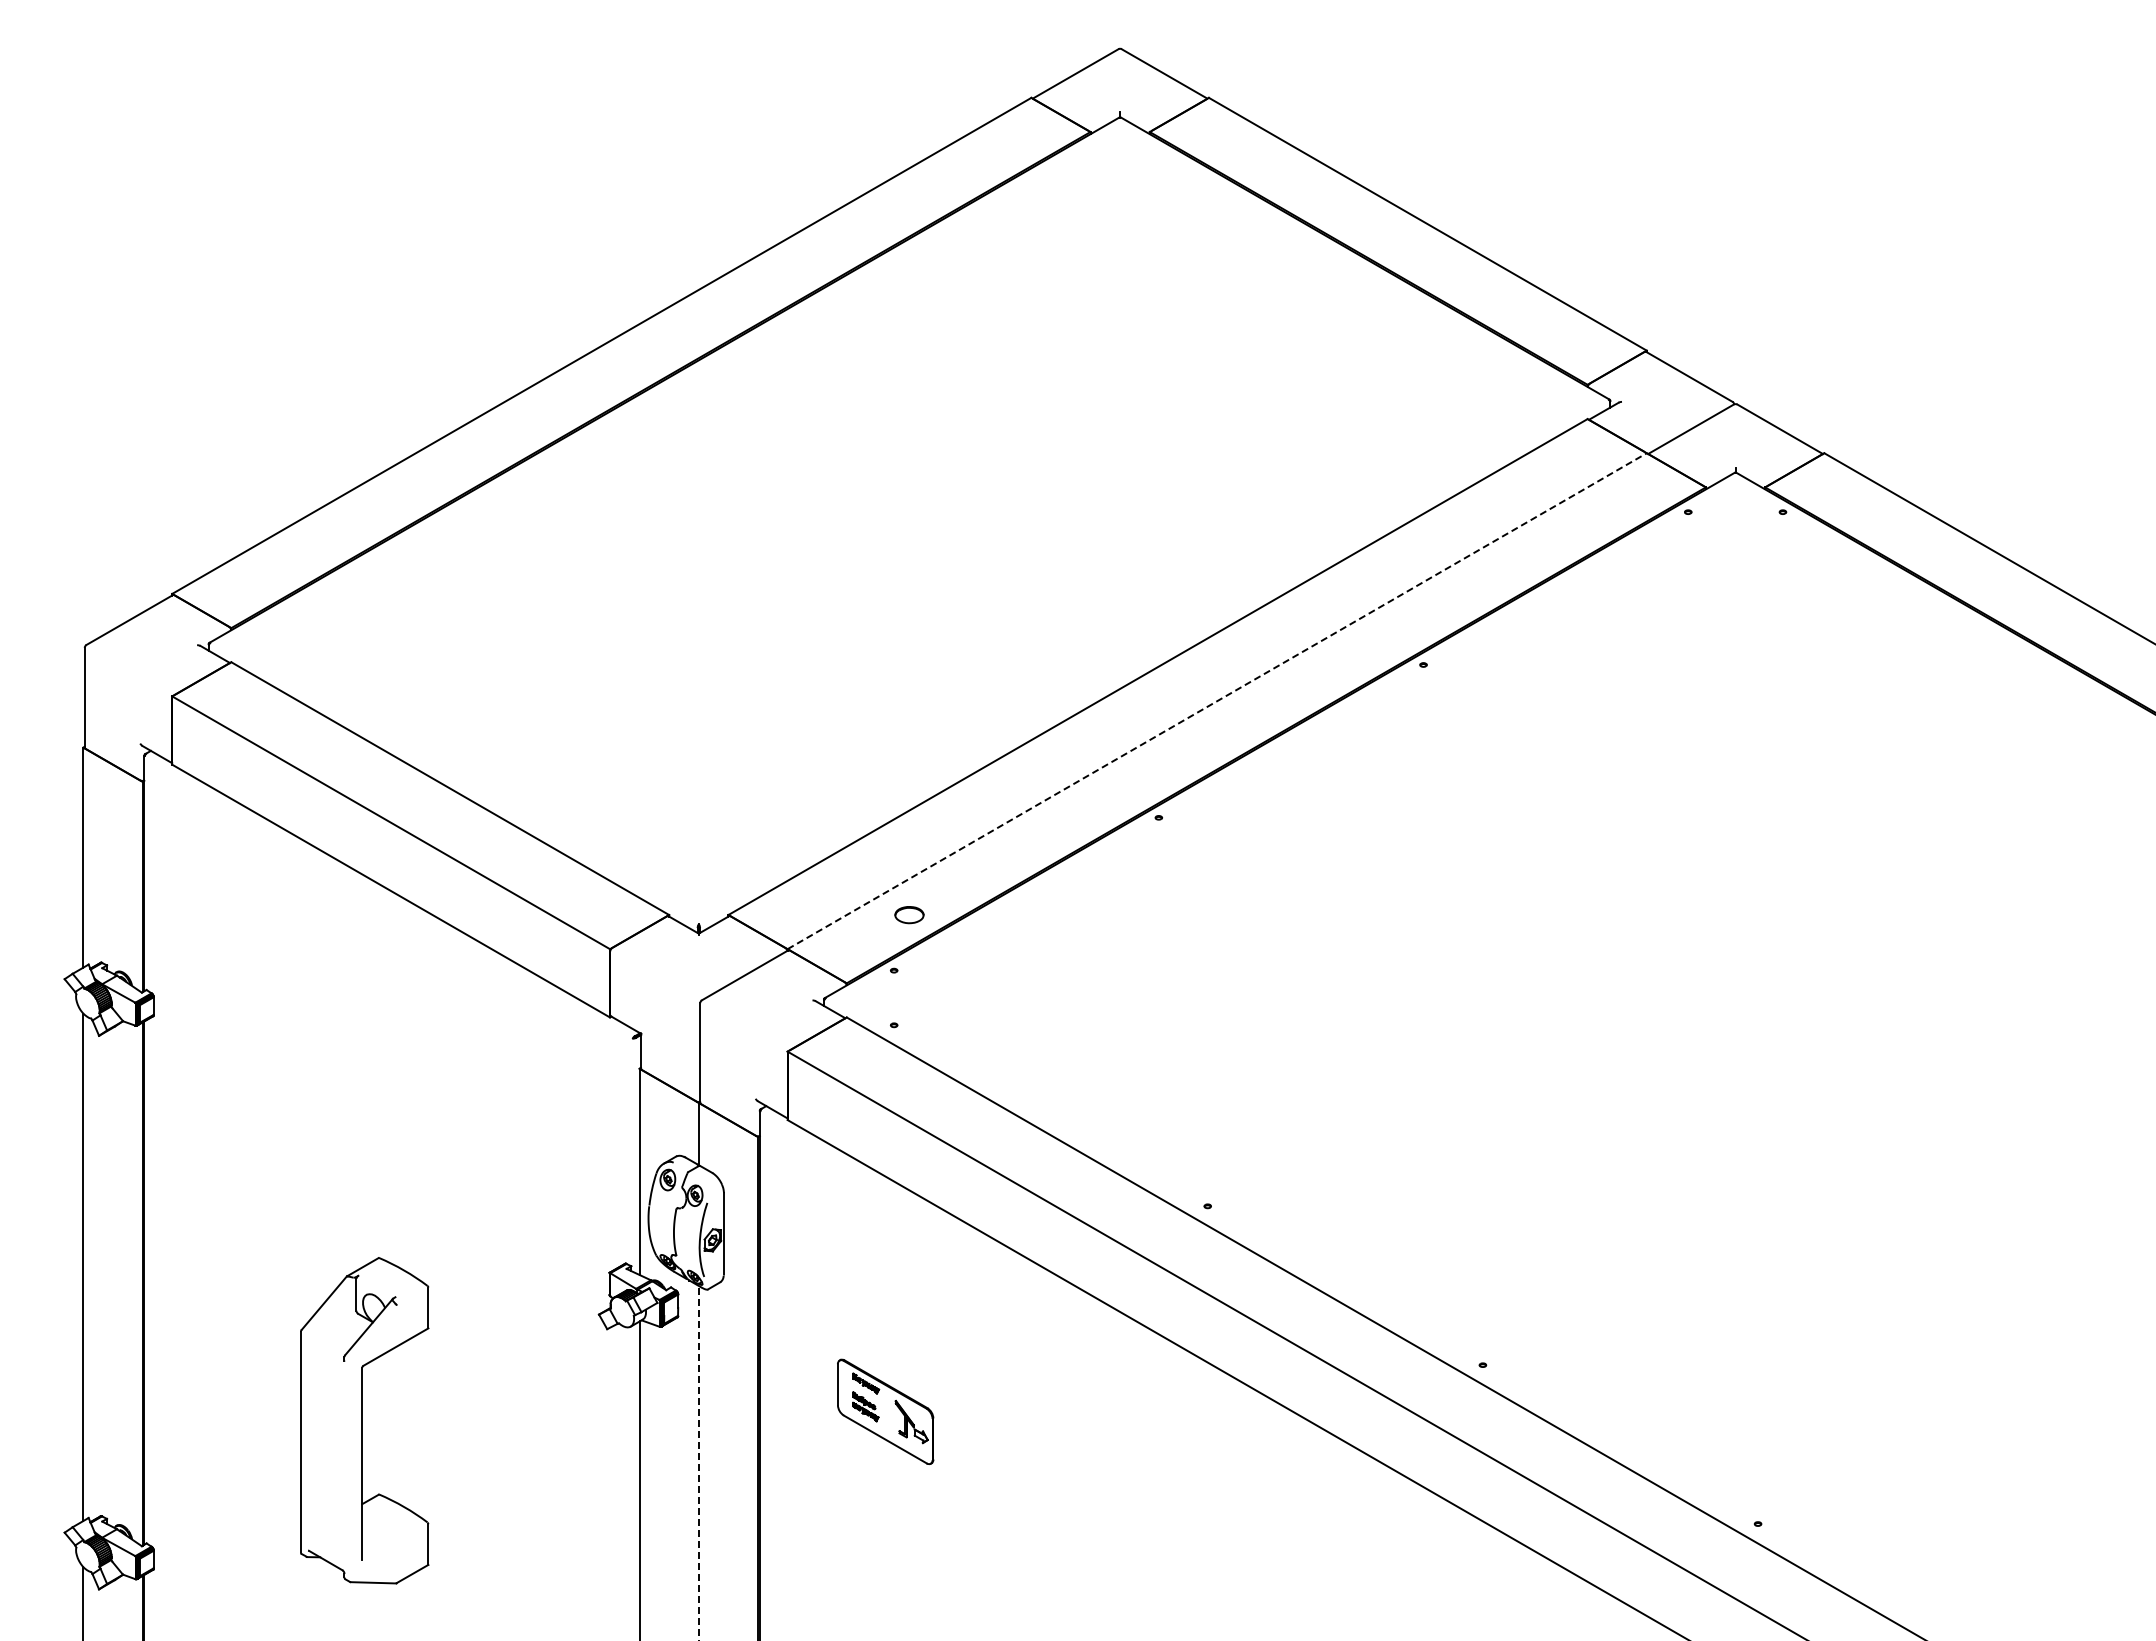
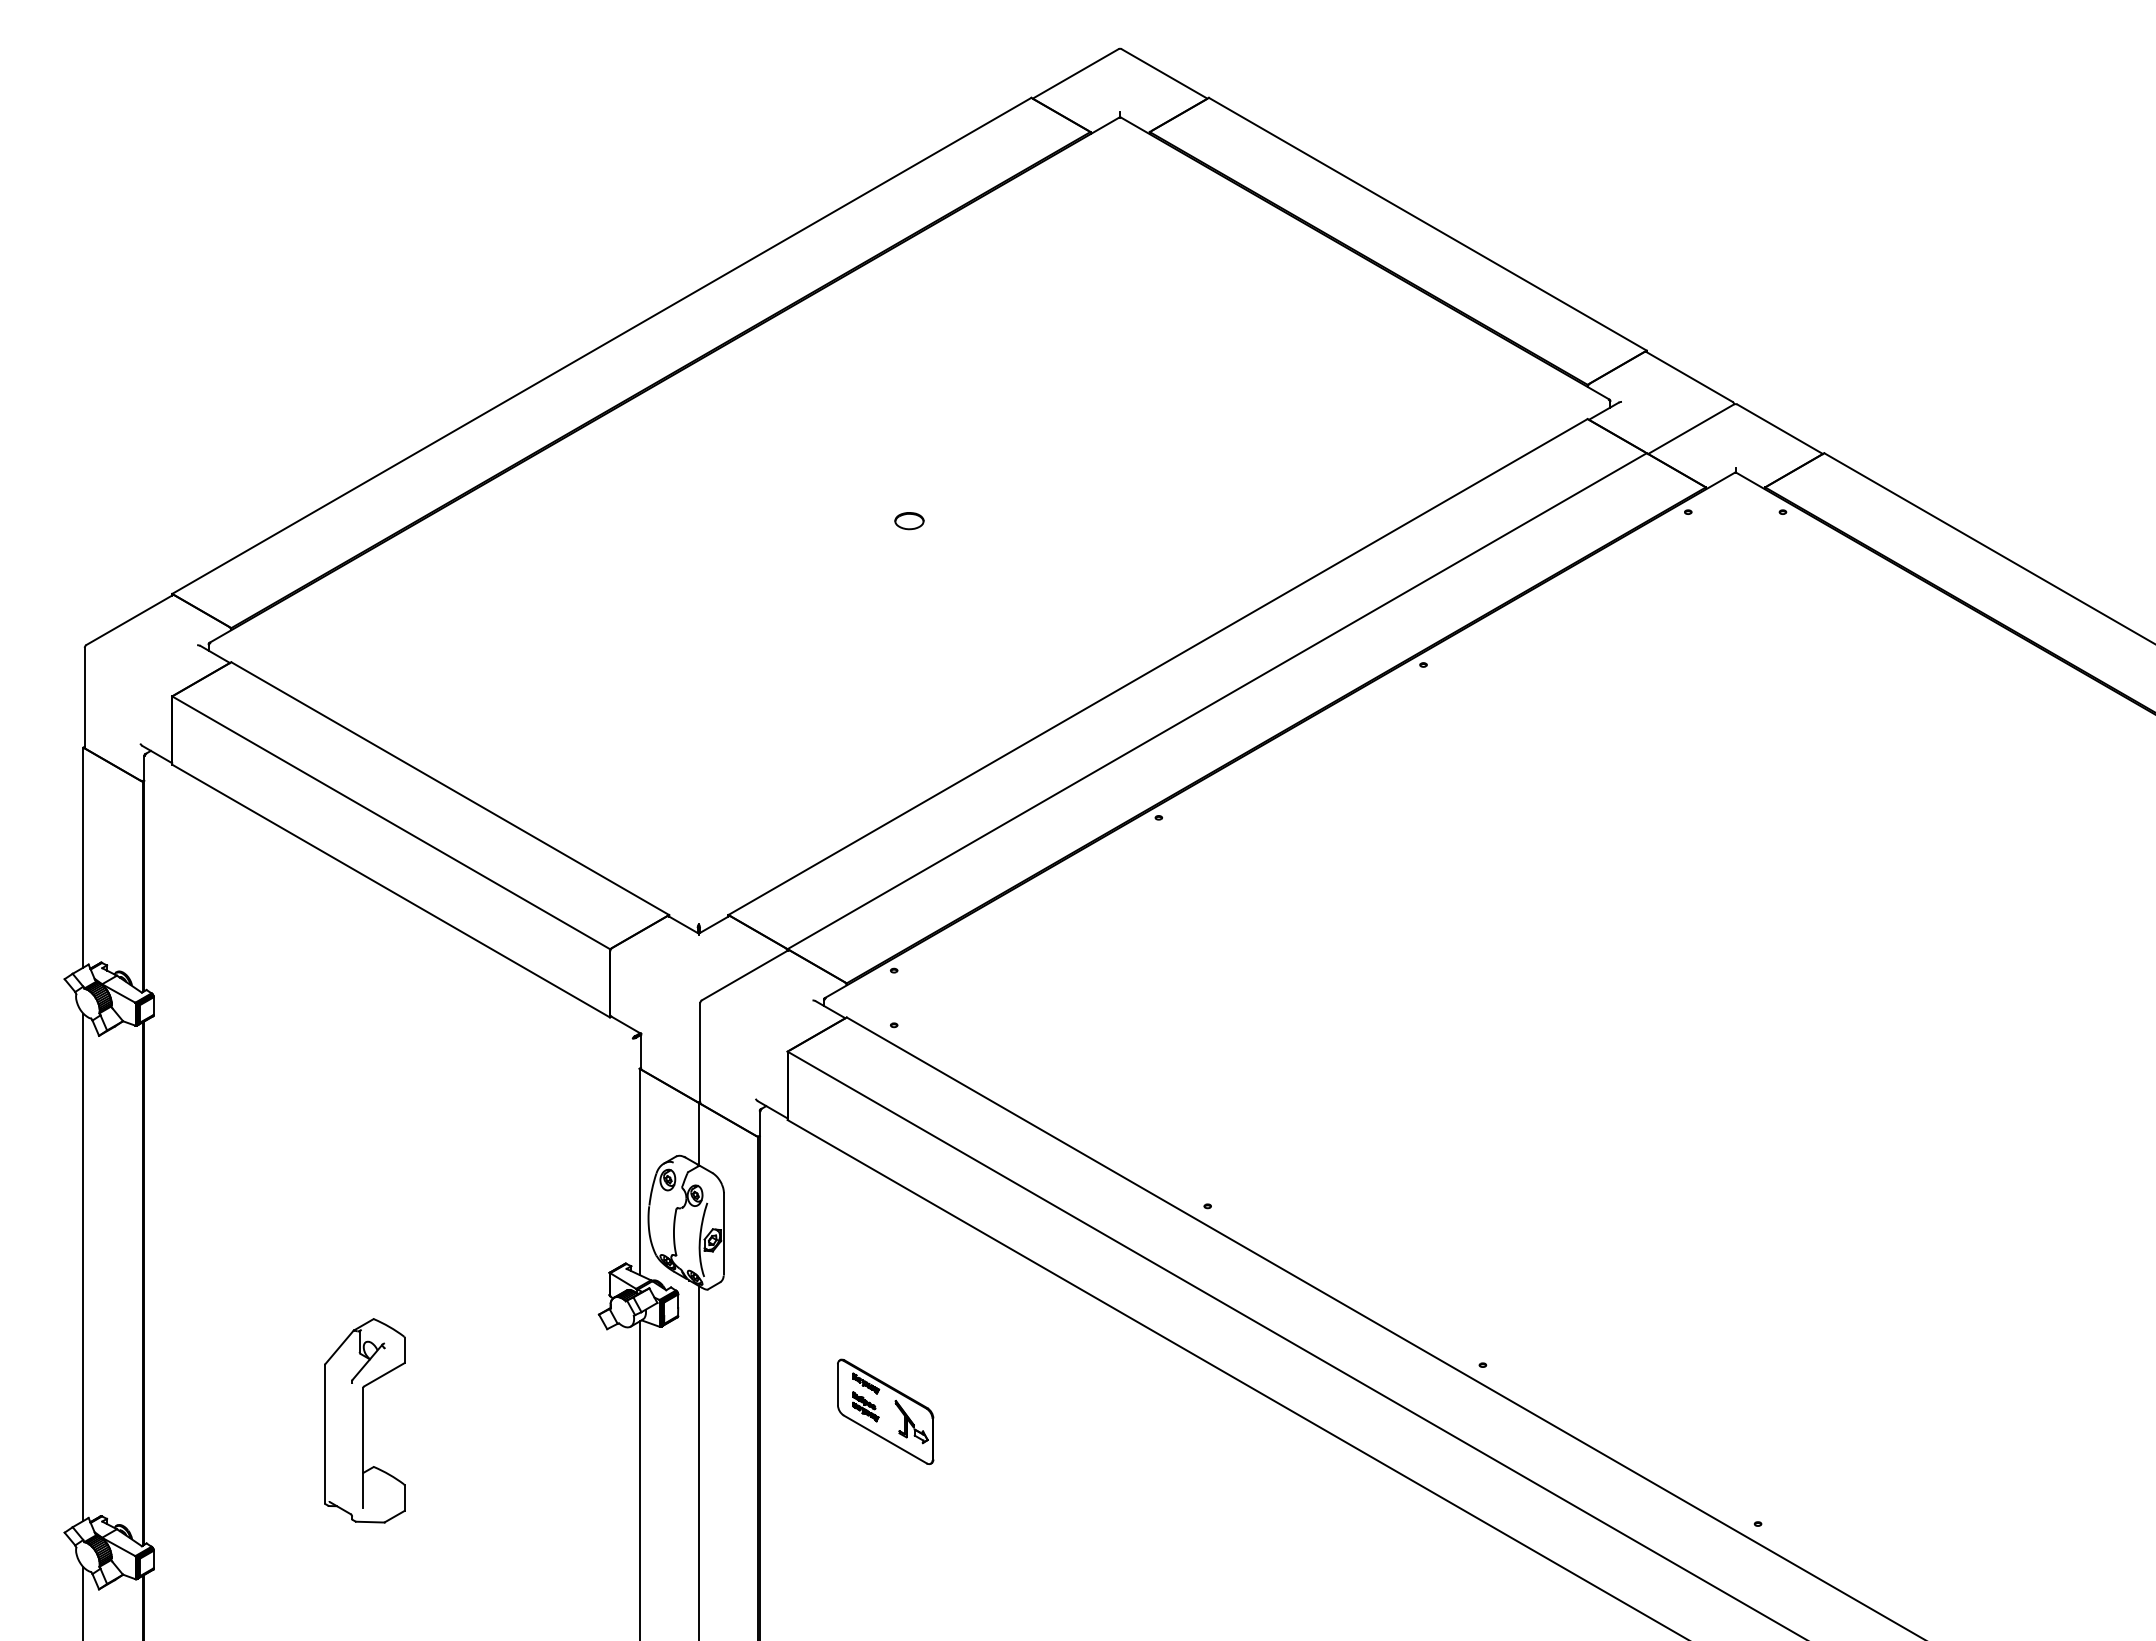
line at (1217, 700): dashed -> solid
part at (909, 915) position: (909, 915) -> (909, 521)
part at (364, 1420) size: 130x328 px -> 82x206 px
line at (698, 1462): dashed -> solid
